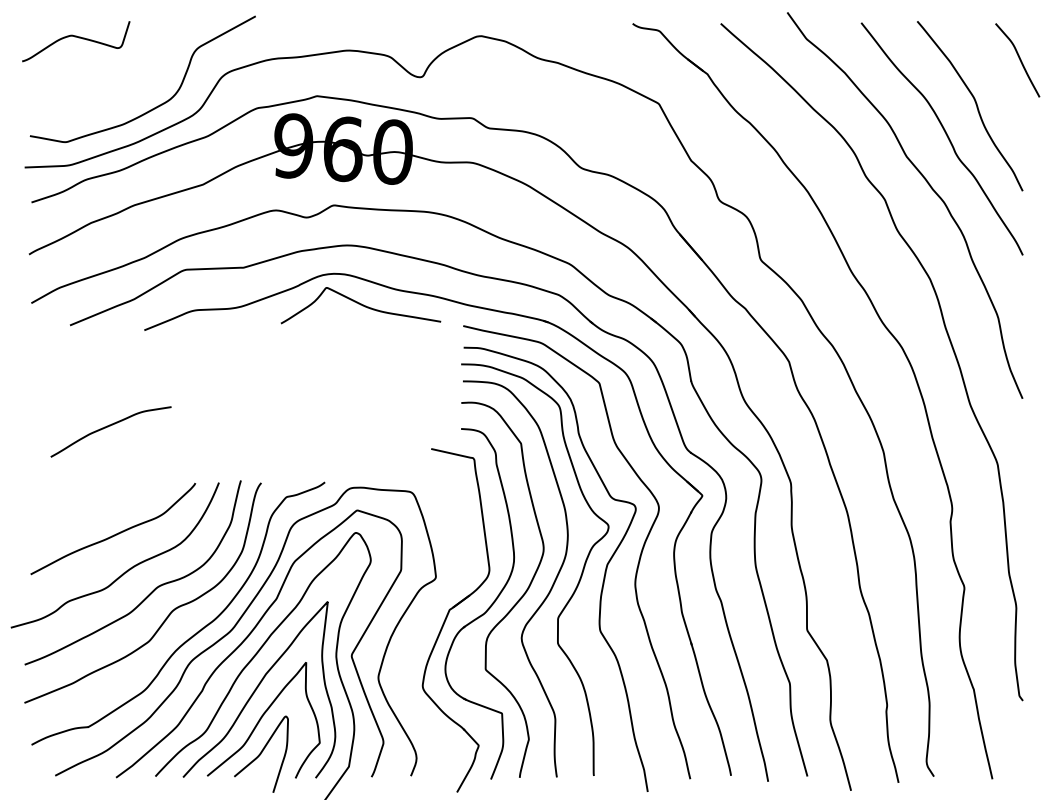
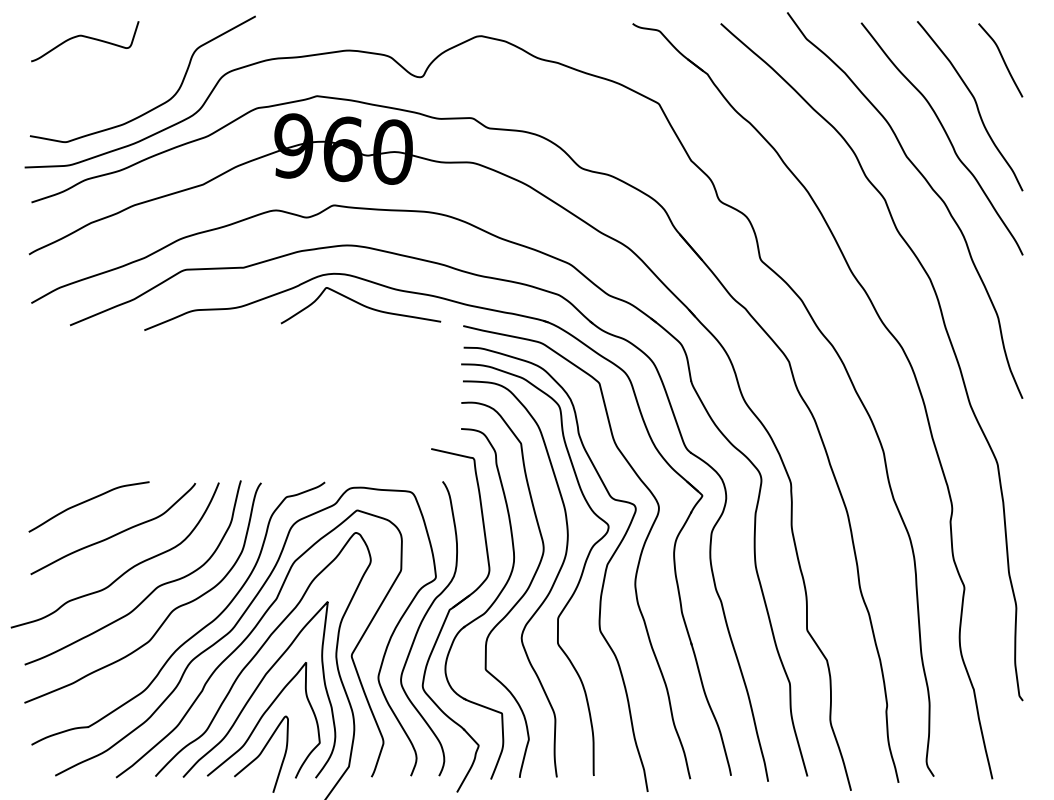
curve at (78, 38) position: (78, 38) -> (87, 38)
curve at (1019, 60) position: (1019, 60) -> (1002, 60)
curve at (108, 427) position: (108, 427) -> (86, 502)
curve at (421, 624): none -> present
